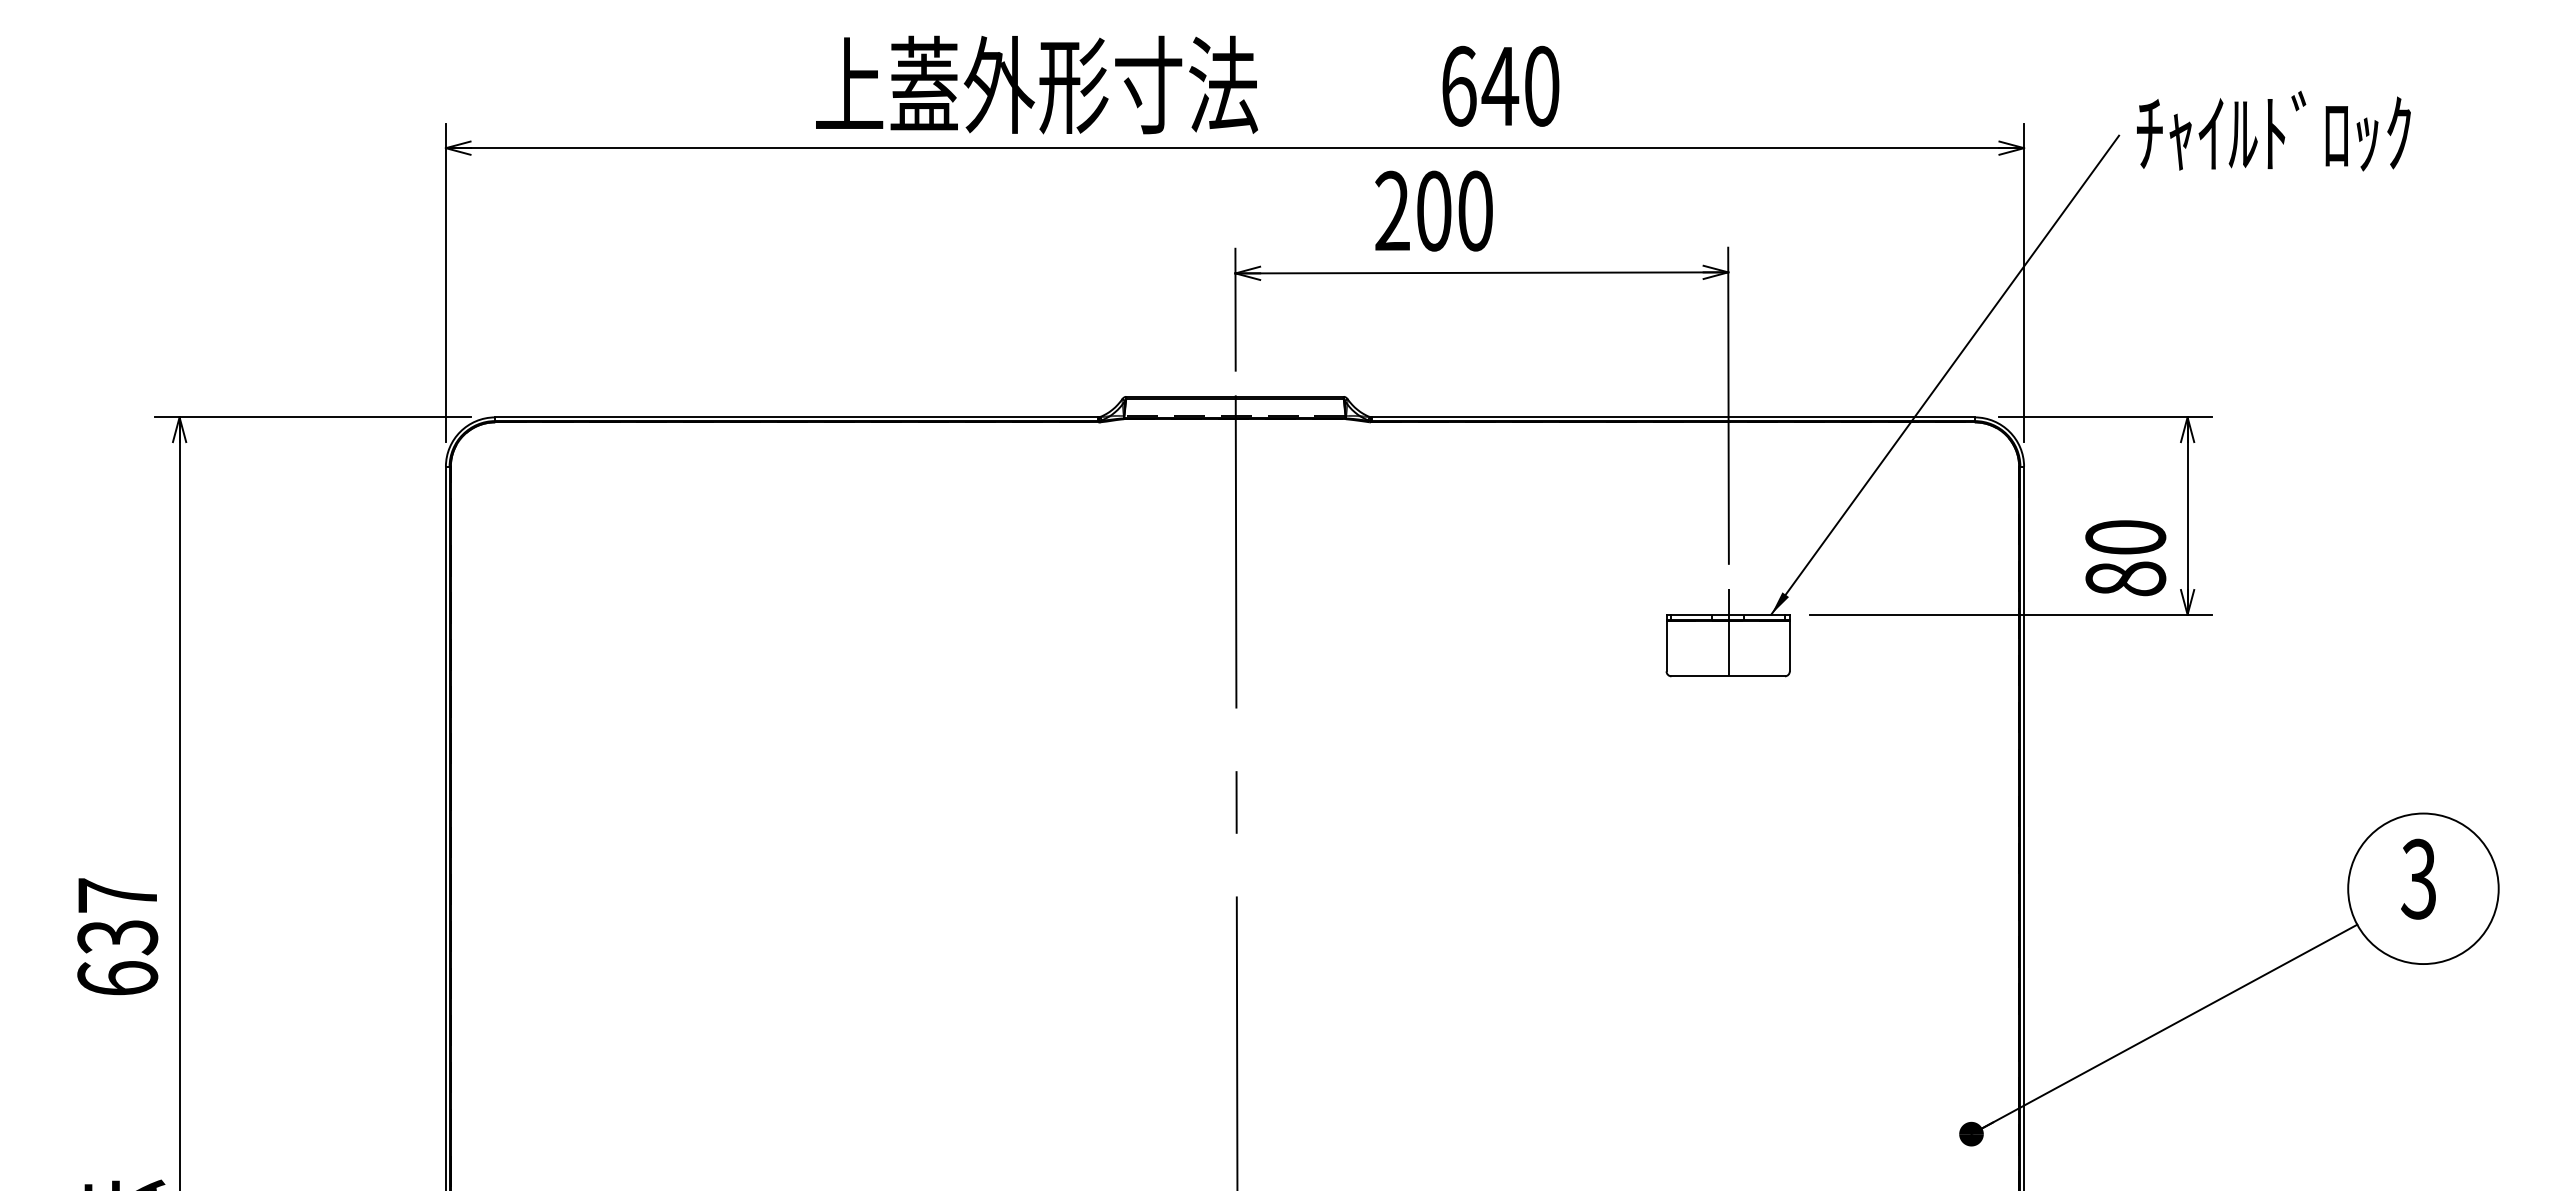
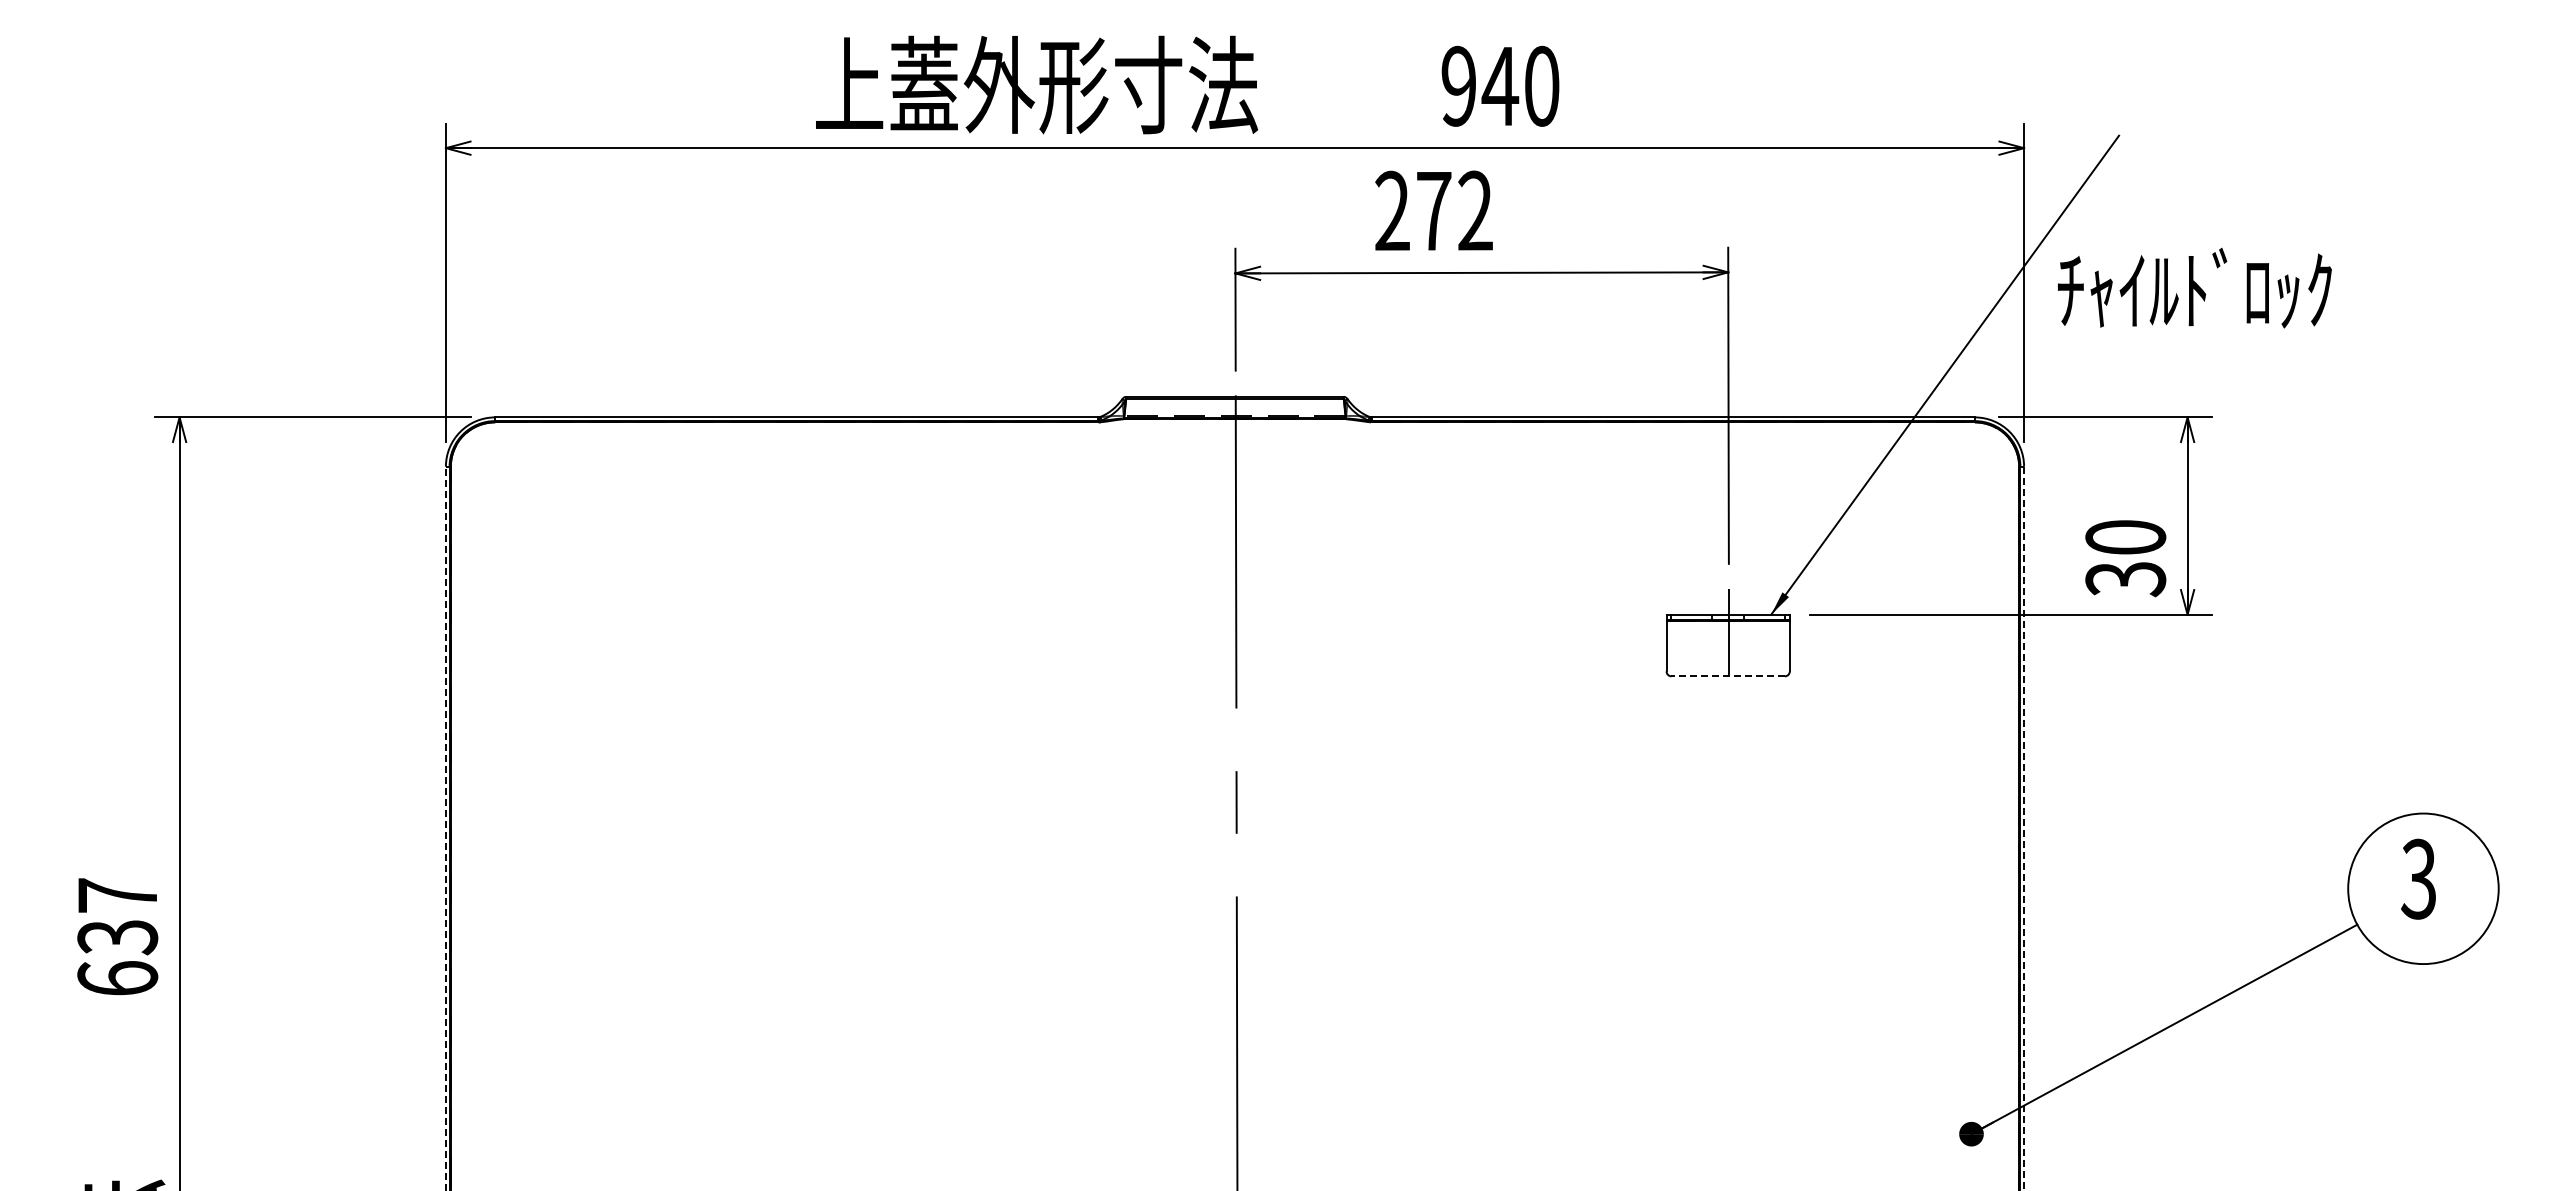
text at (1458, 85): 640 -> 940
text at (2273, 131) position: (2273, 131) -> (2194, 288)
text at (1454, 210): 200 -> 272
text at (2125, 579): 80 -> 30
line at (1728, 676): solid -> dashed
line at (445, 828): solid -> dashed
line at (2024, 828): solid -> dashed
